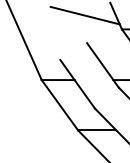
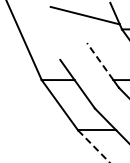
line at (100, 61): solid -> dashed
line at (94, 146): solid -> dashed
